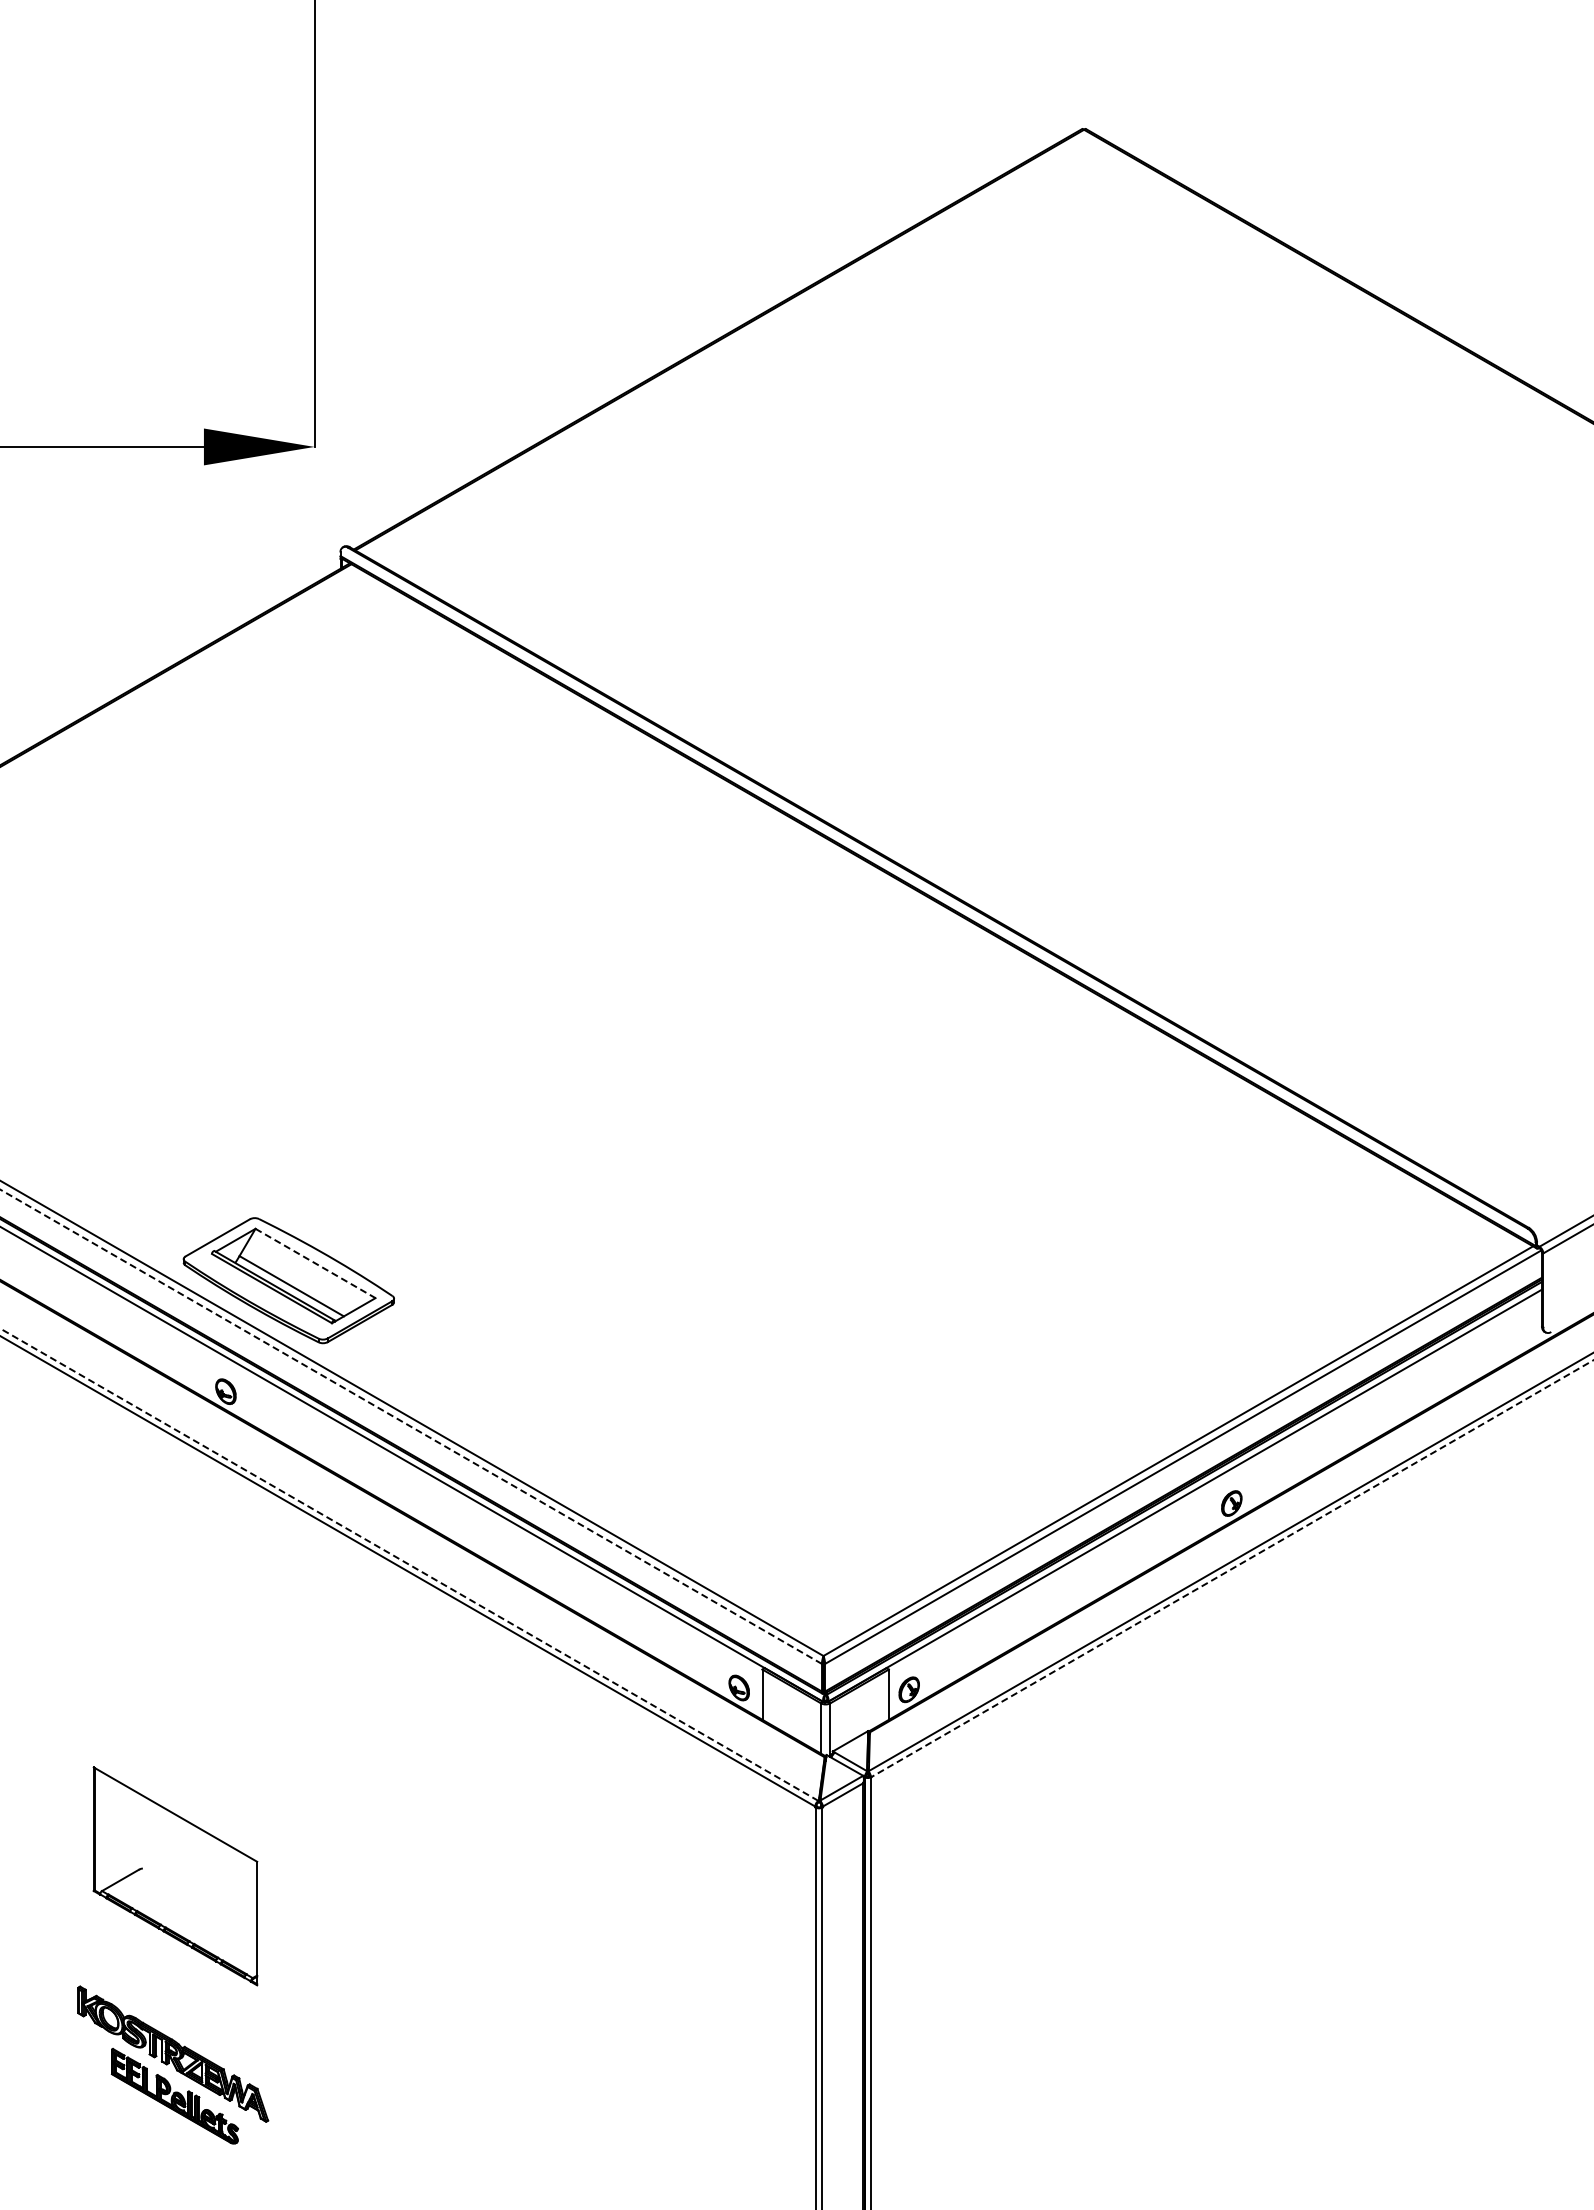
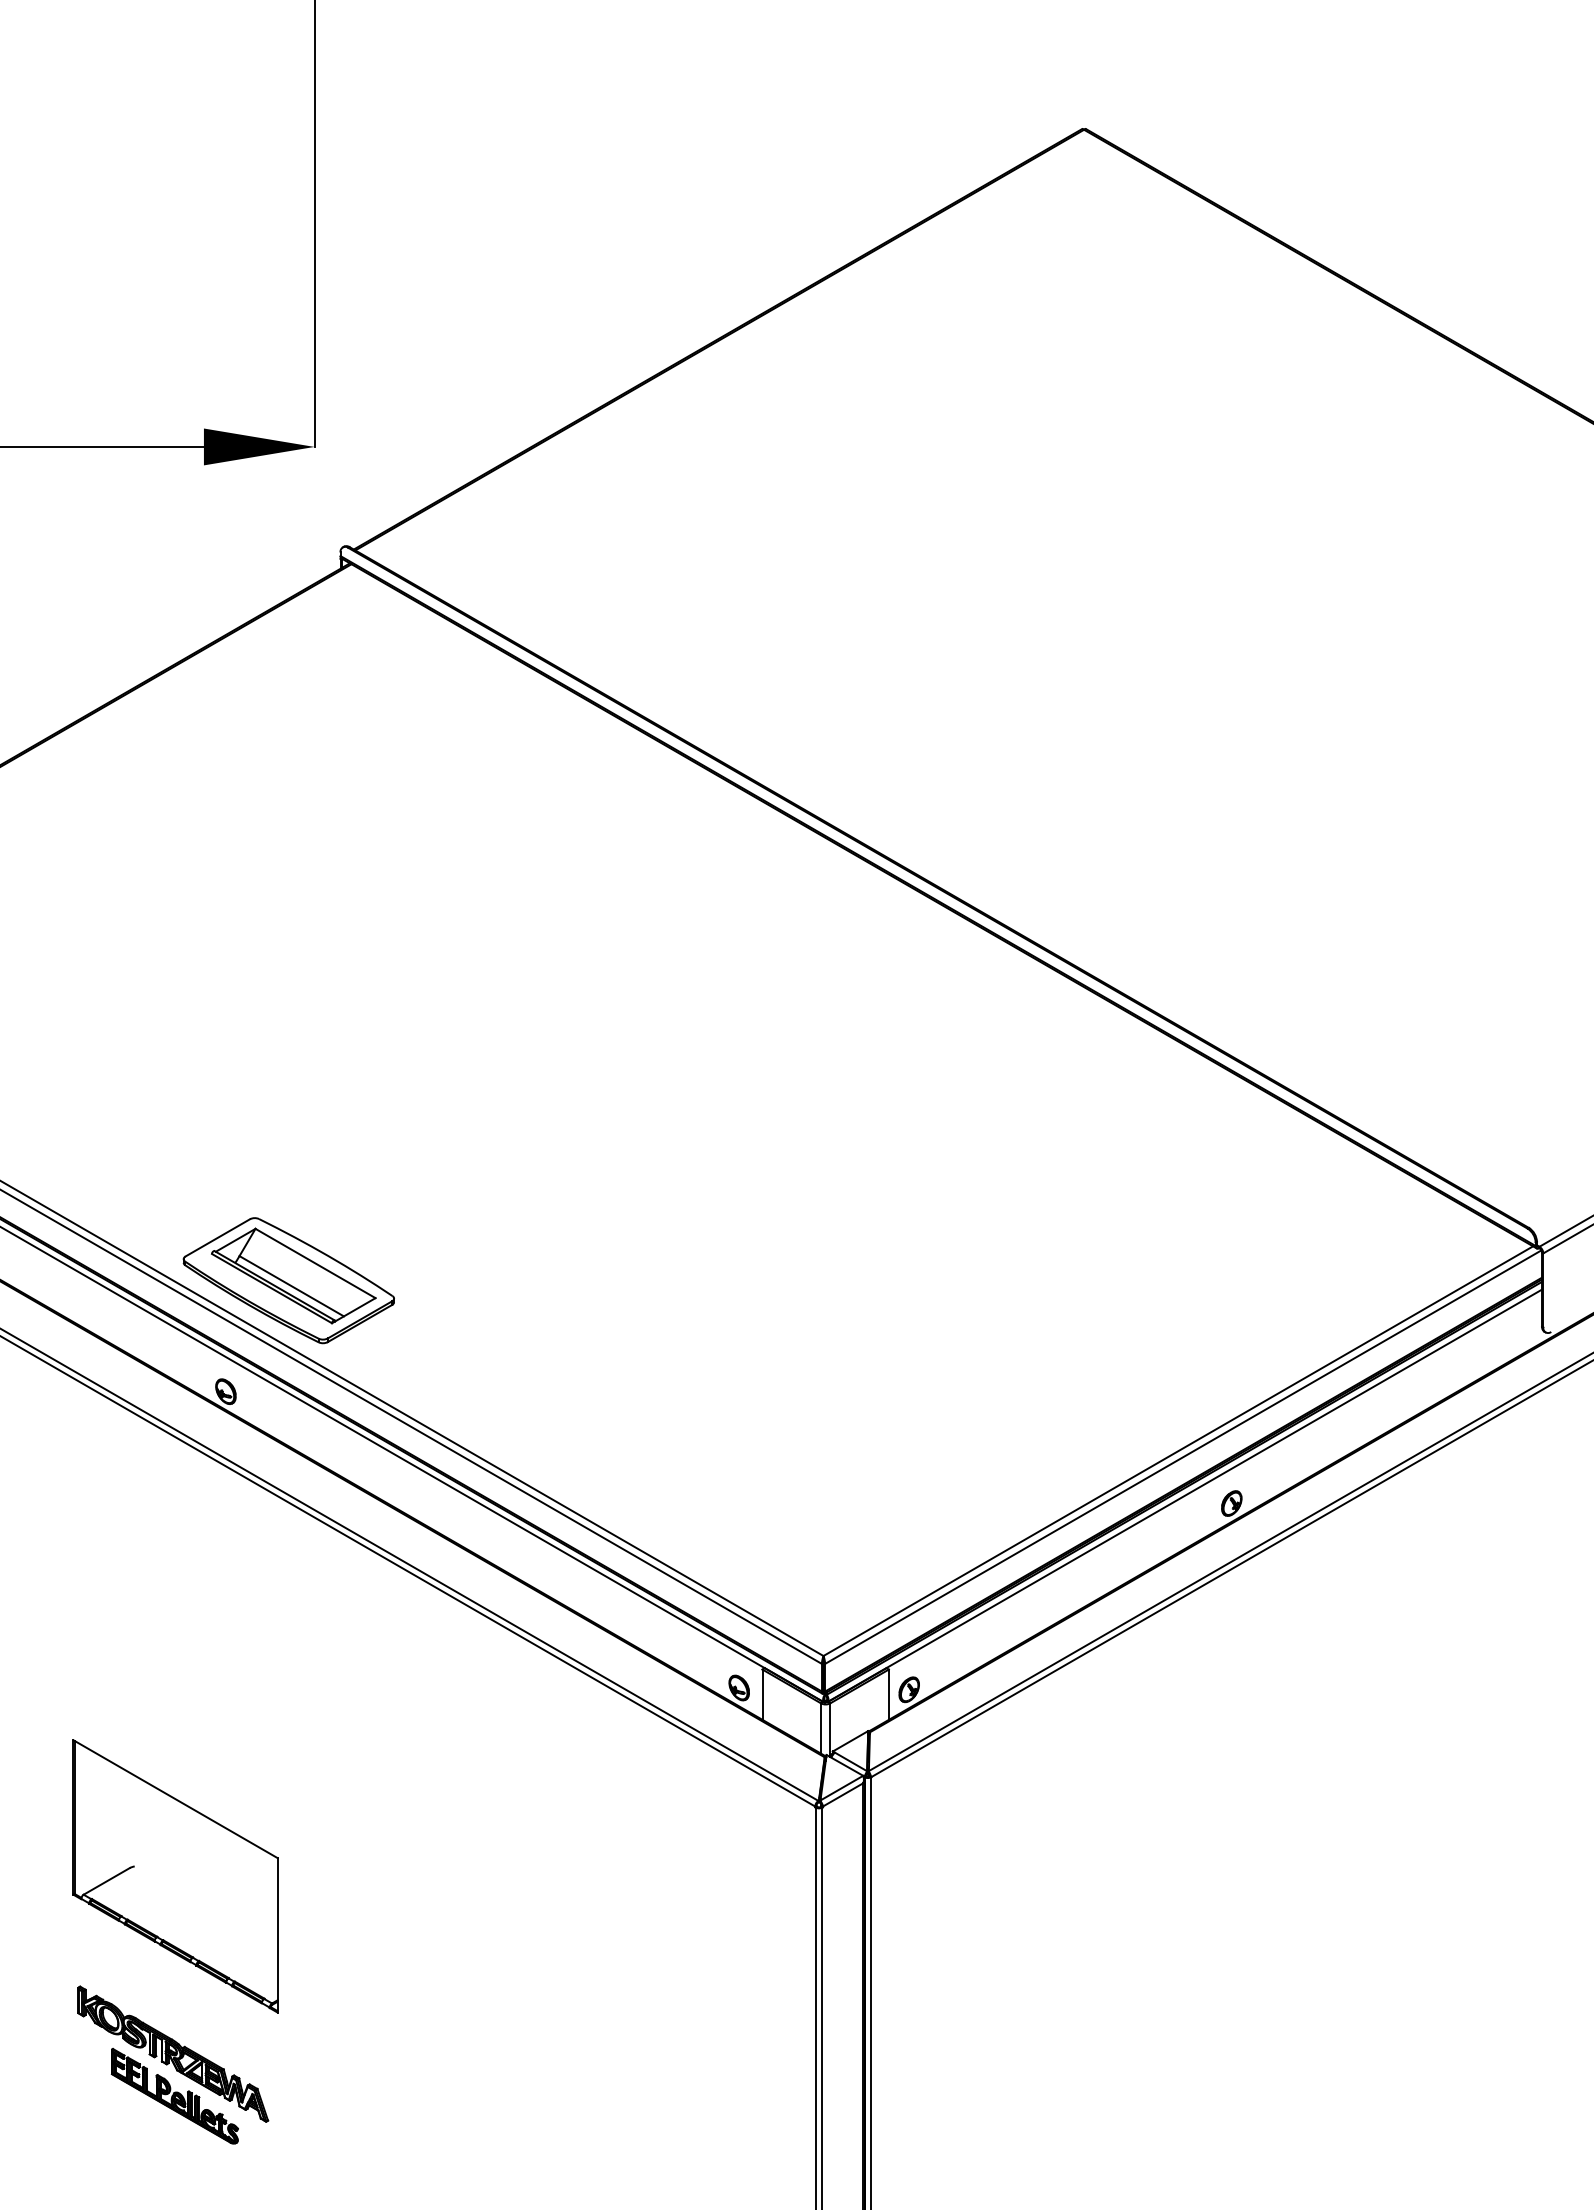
line at (315, 1263): dashed -> solid
line at (410, 1426): dashed -> solid
line at (409, 1564): dashed -> solid
line at (1232, 1568): dashed -> solid
part at (175, 1876) size: 167x221 px -> 207x275 px
